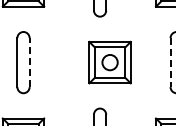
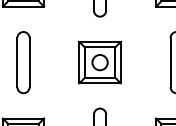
line at (29, 62): dashed -> solid
part at (109, 62) position: (109, 62) -> (99, 62)
line at (170, 62): dashed -> solid
